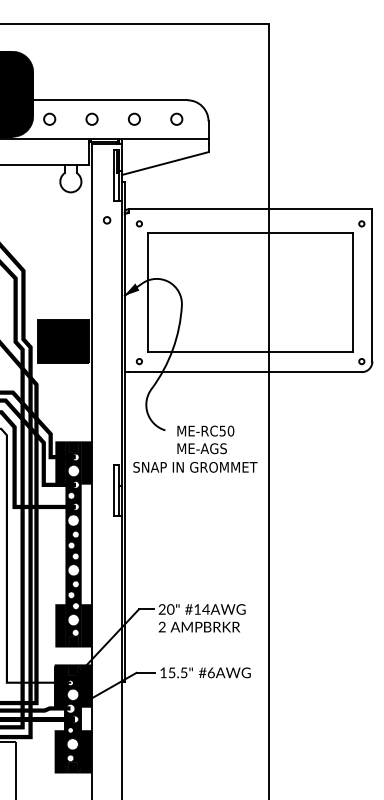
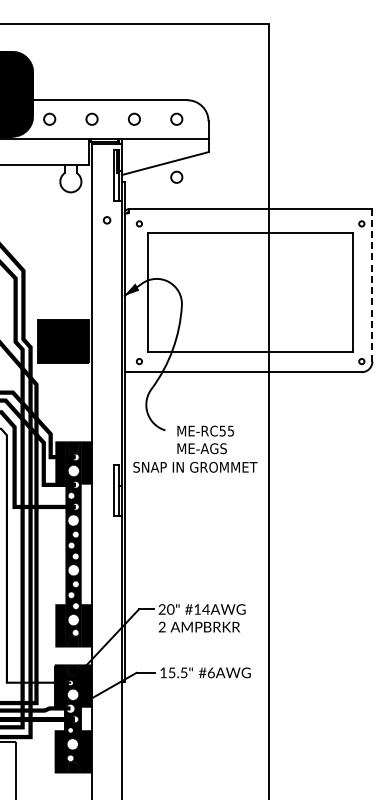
circle at (176, 176): none -> present
line at (372, 286): solid -> dashed
text at (230, 430): ME-RC50 -> ME-RC55
